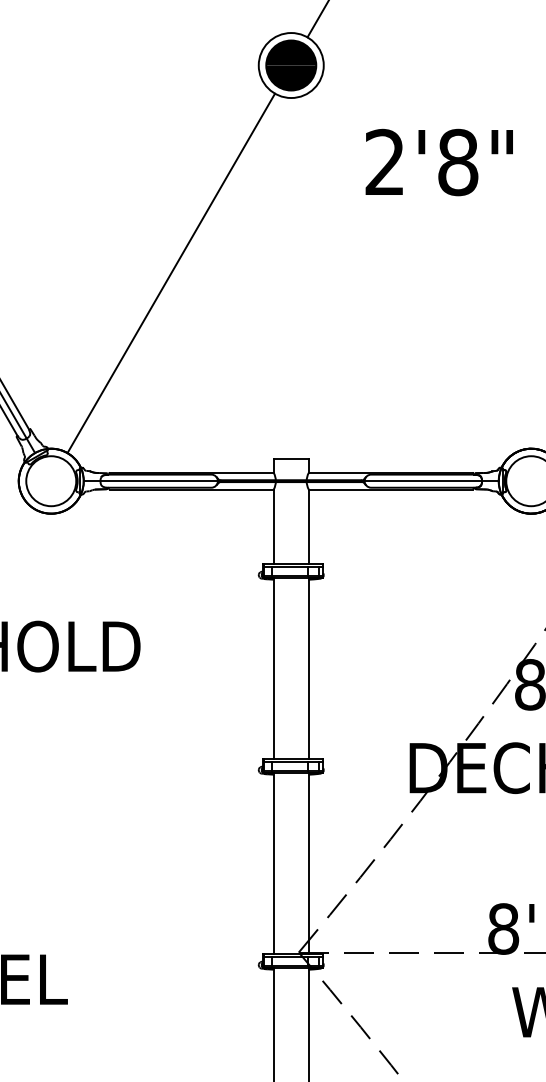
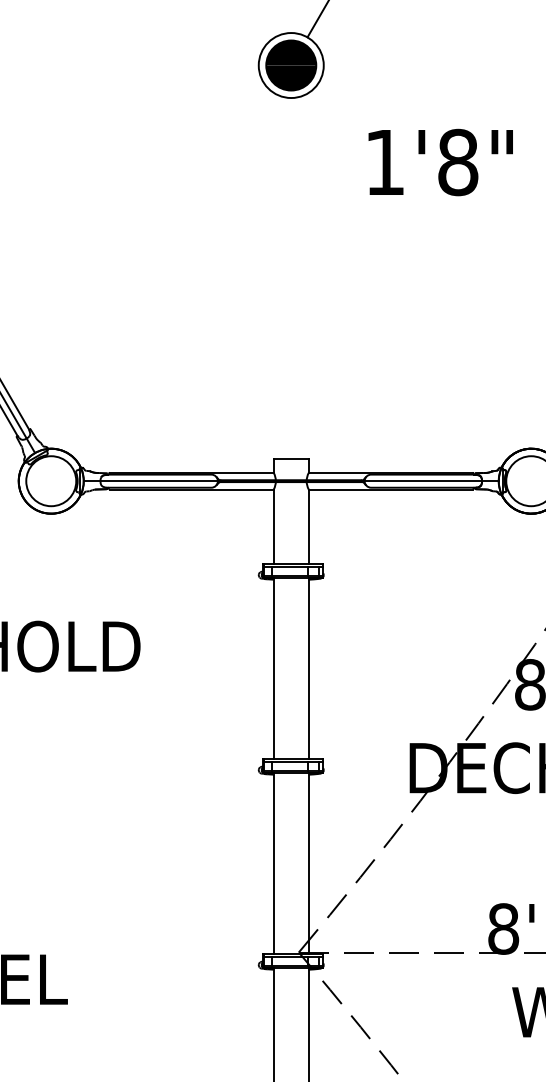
text at (384, 161): 2'8" -> 1'8"
line at (171, 273): present -> none
